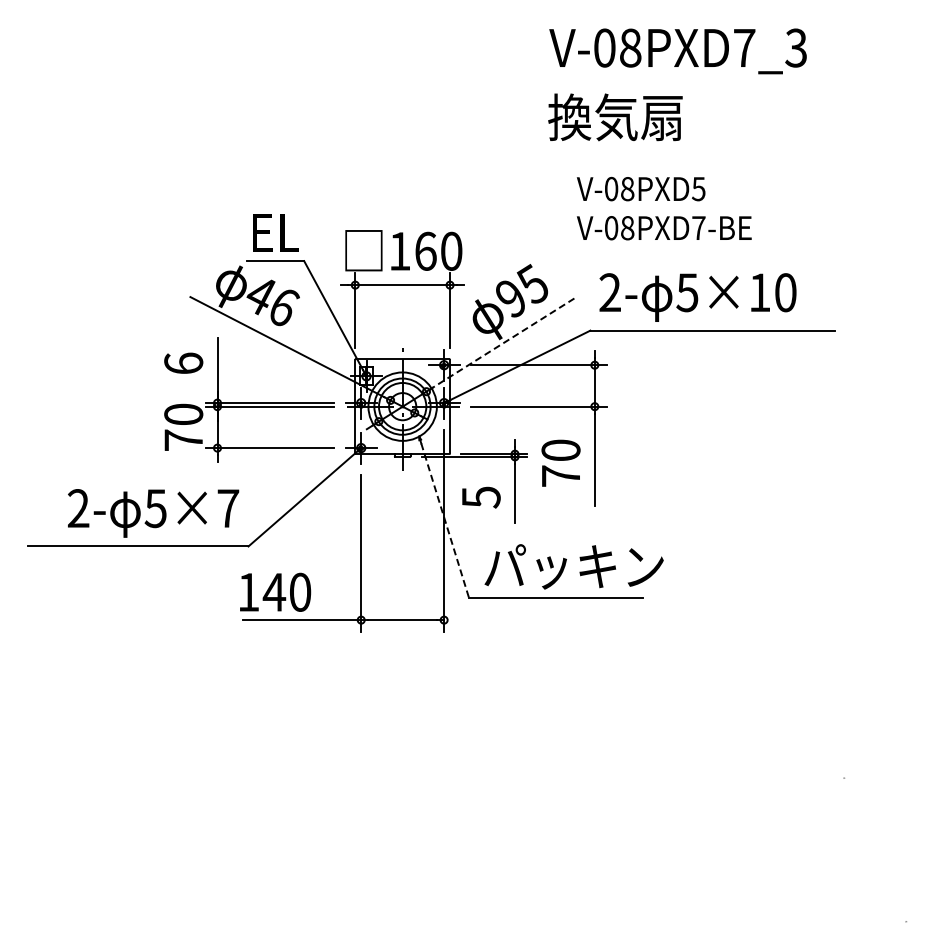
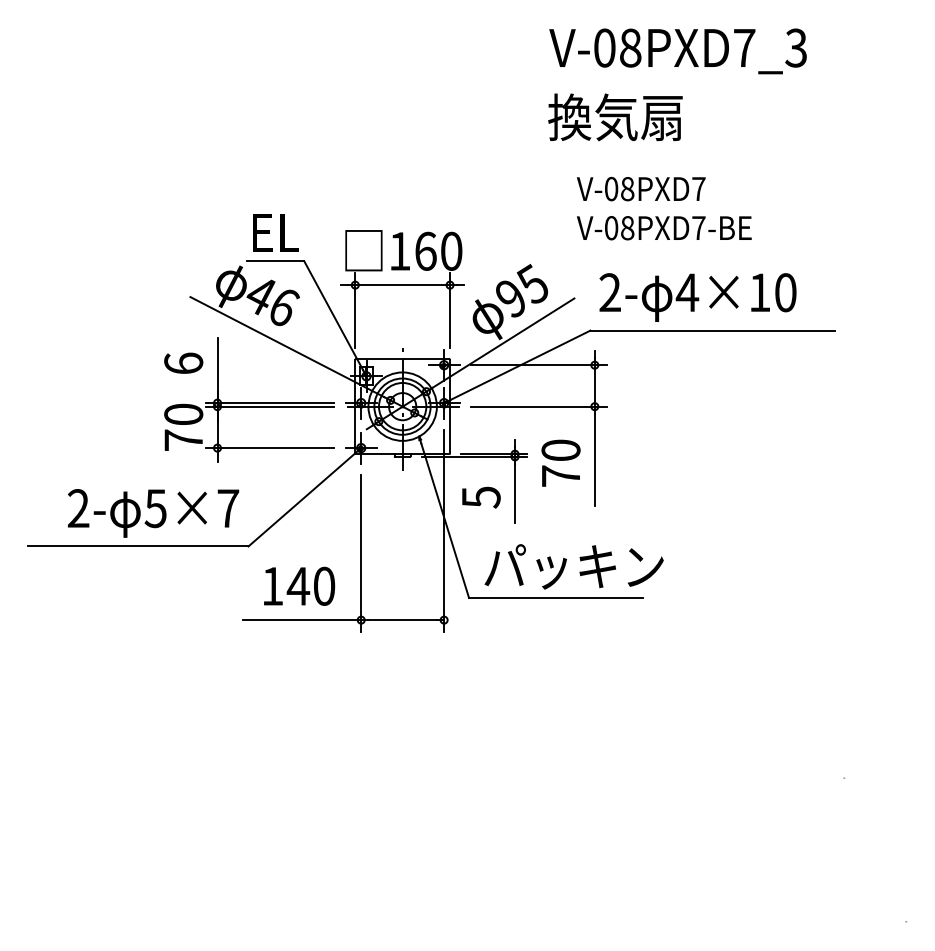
text at (698, 189): V-08PXD5 -> V-08PXD7
text at (687, 292): 5×10 -> 4×10
line at (503, 343): dashed -> solid
line at (445, 520): dashed -> solid
text at (275, 591) position: (275, 591) -> (299, 585)
